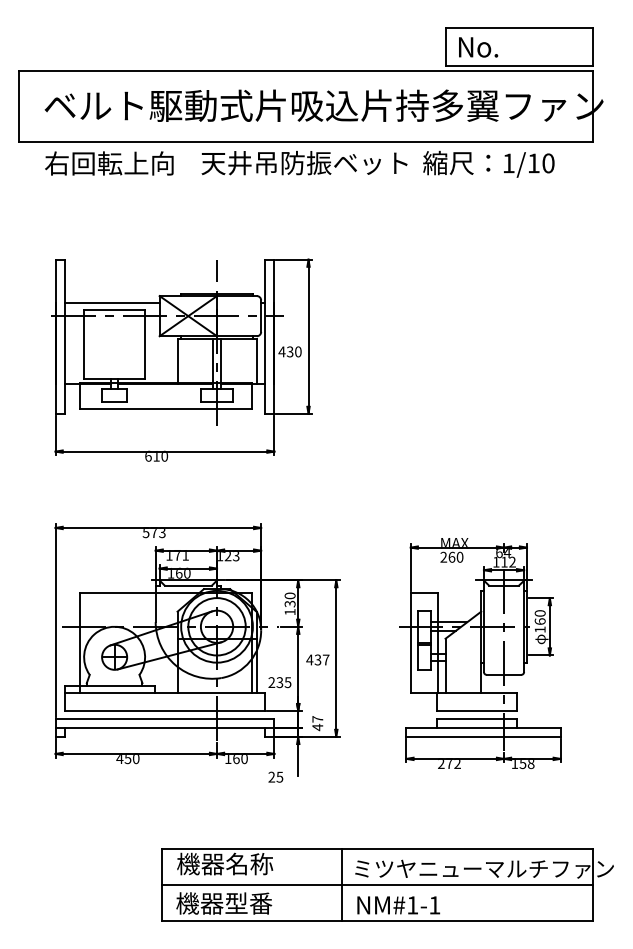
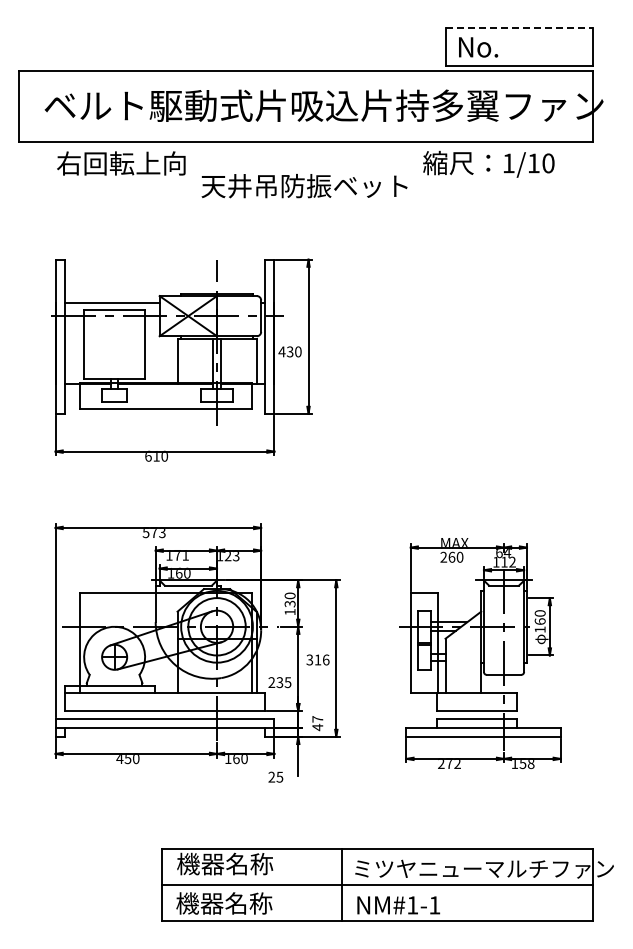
line at (519, 28): solid -> dashed
text at (109, 163) position: (109, 163) -> (121, 163)
text at (304, 163) position: (304, 163) -> (304, 186)
text at (317, 659): 437 -> 316
text at (248, 903): 機器型番 -> 機器名称
